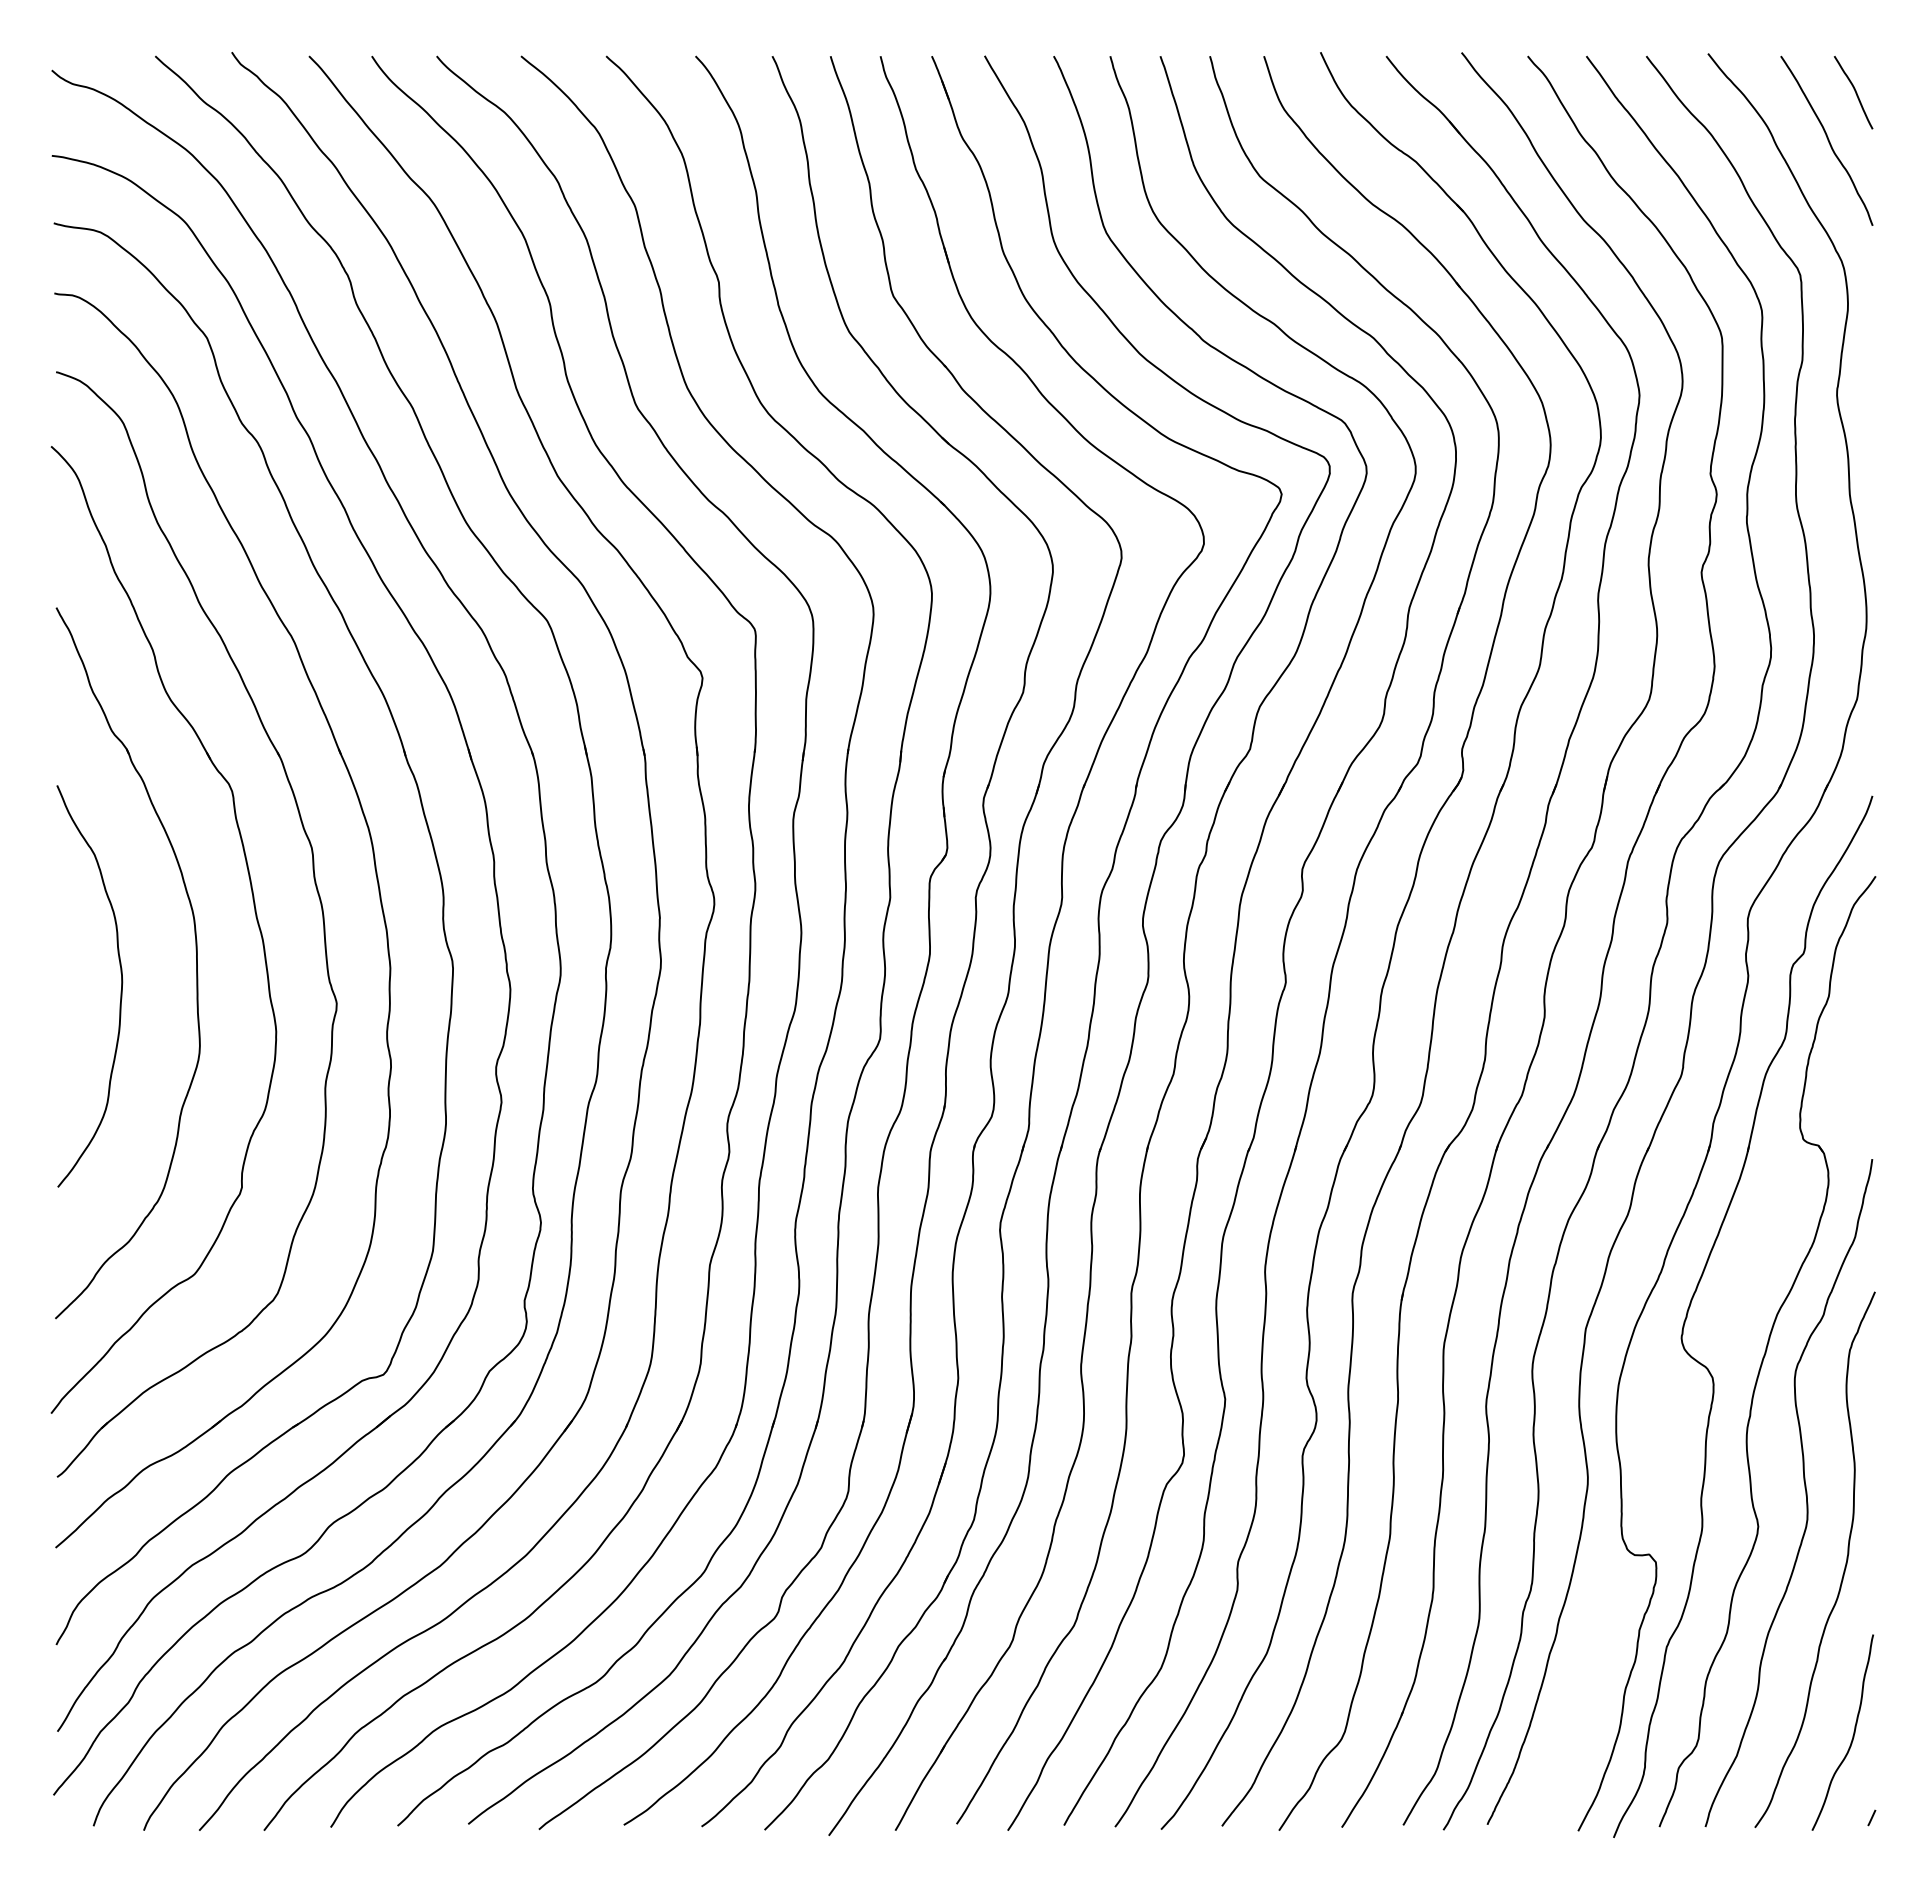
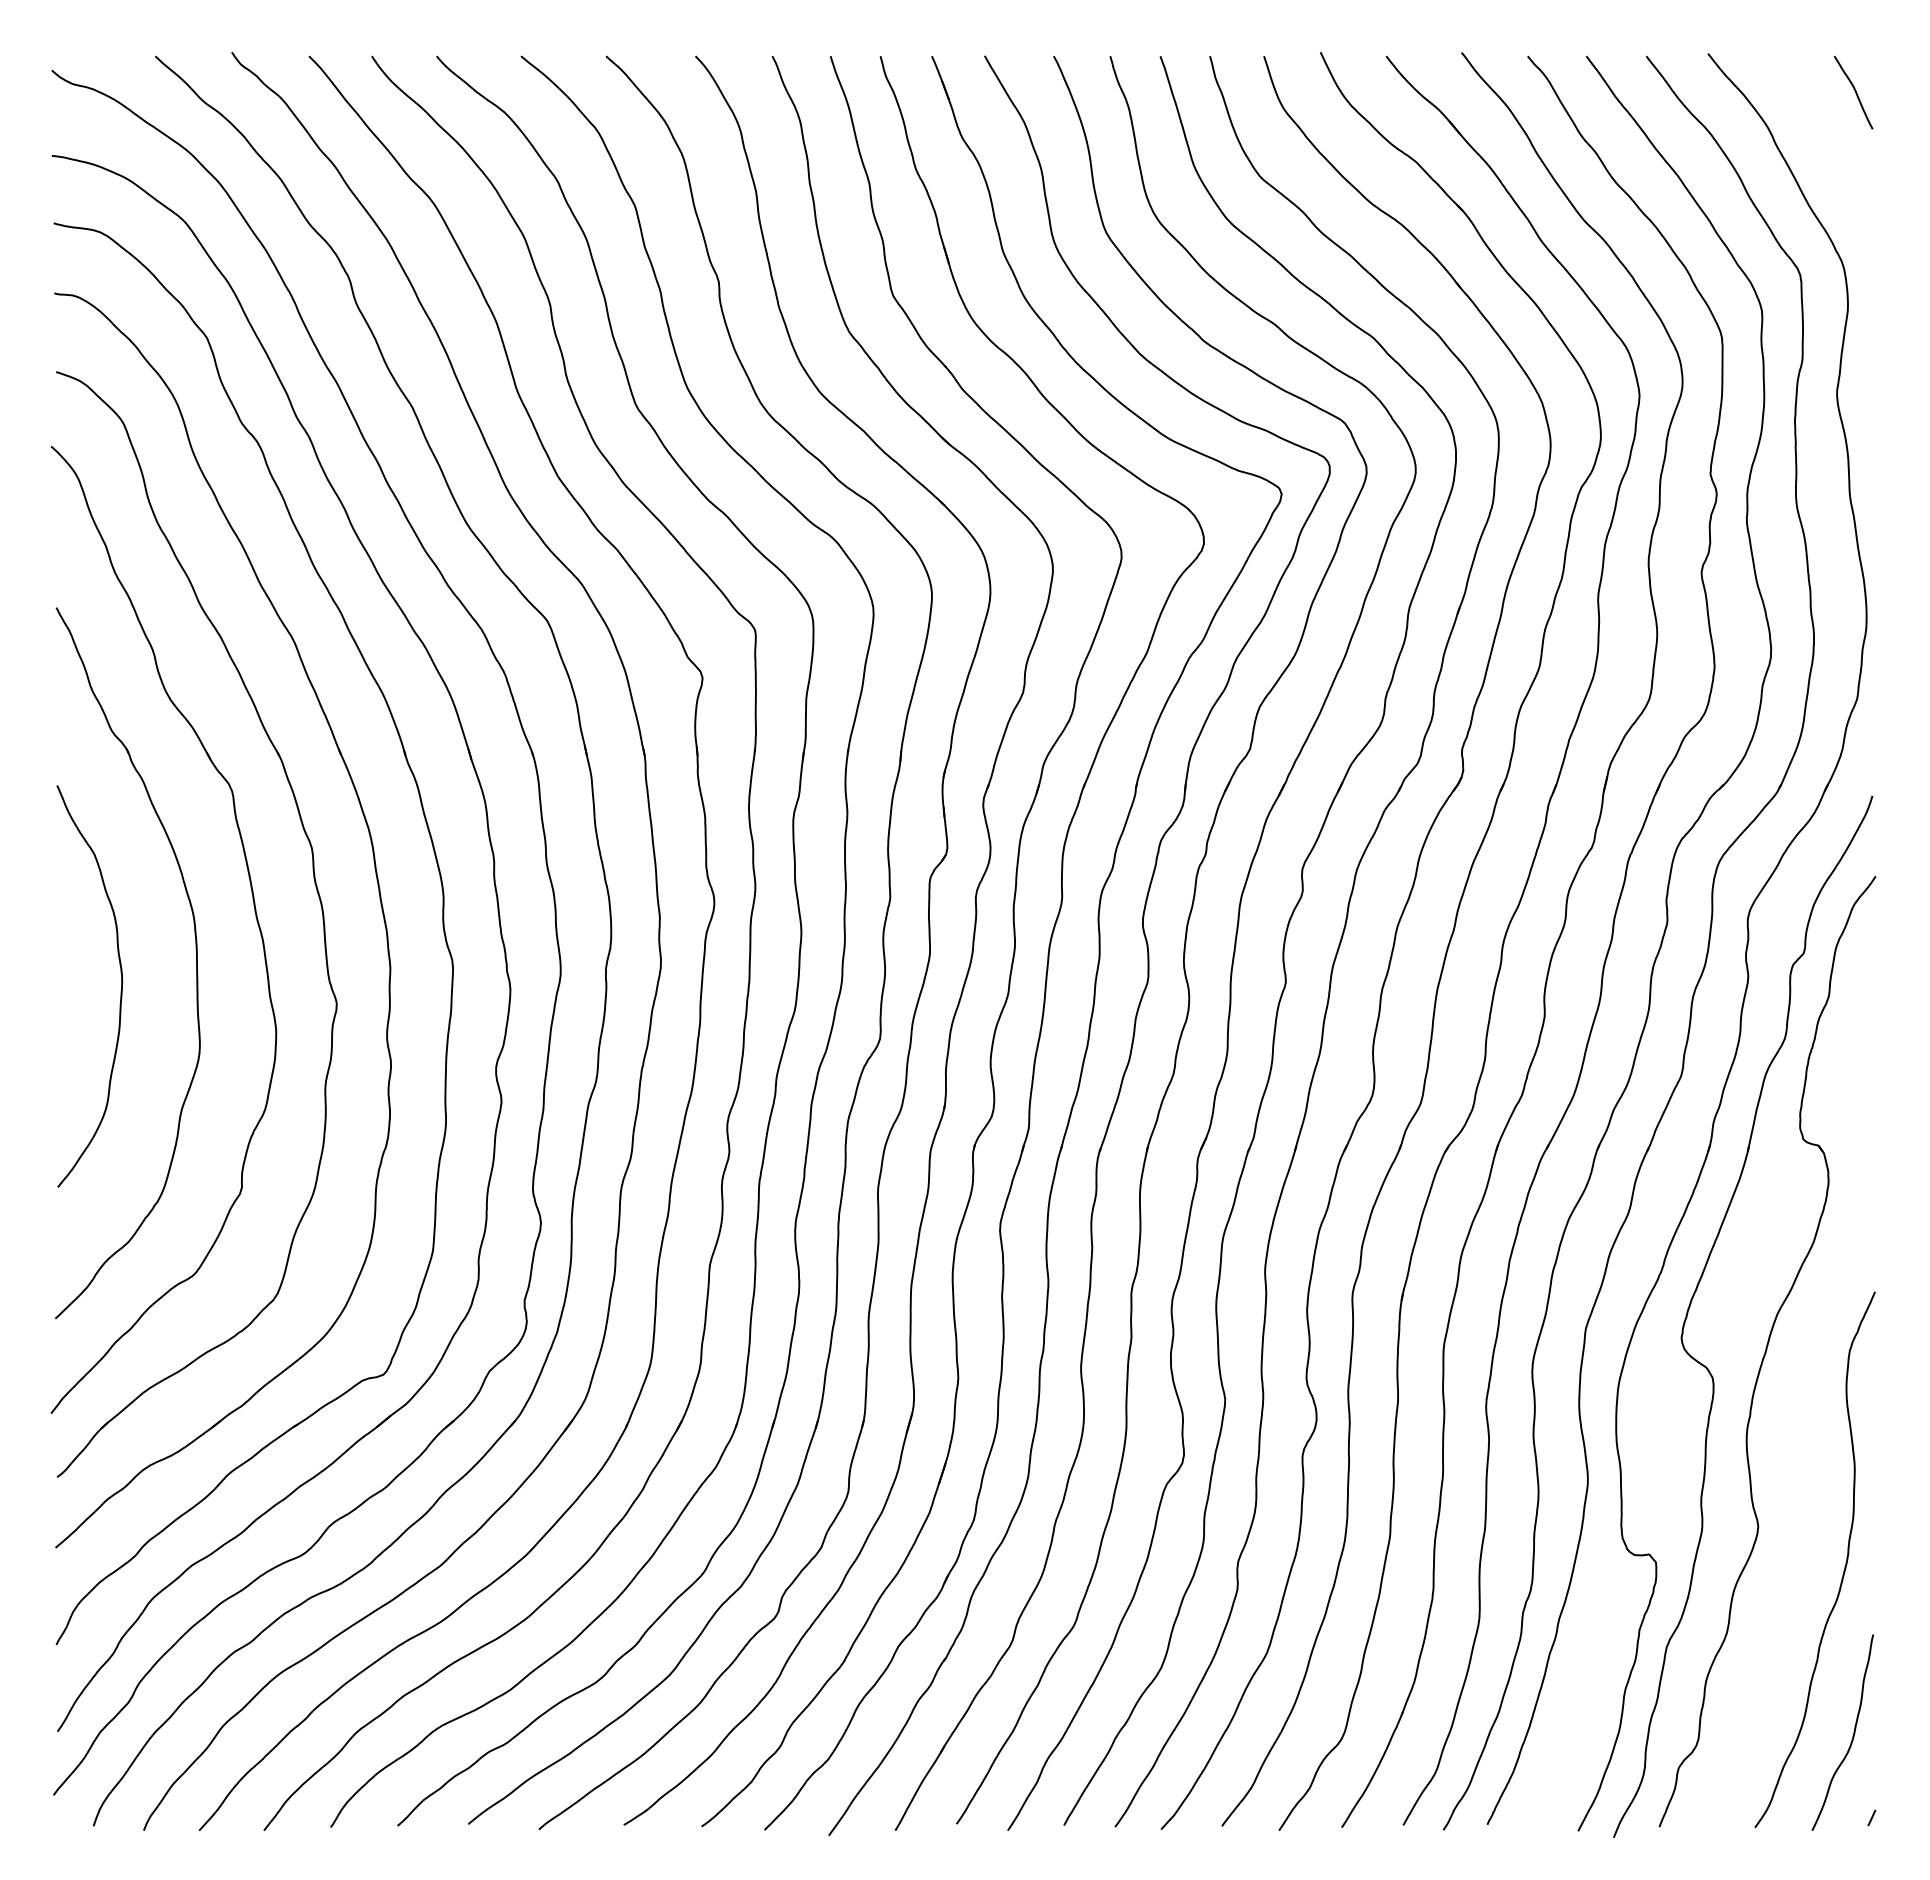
curve at (1827, 140): present -> none
curve at (1804, 1488): present -> none
